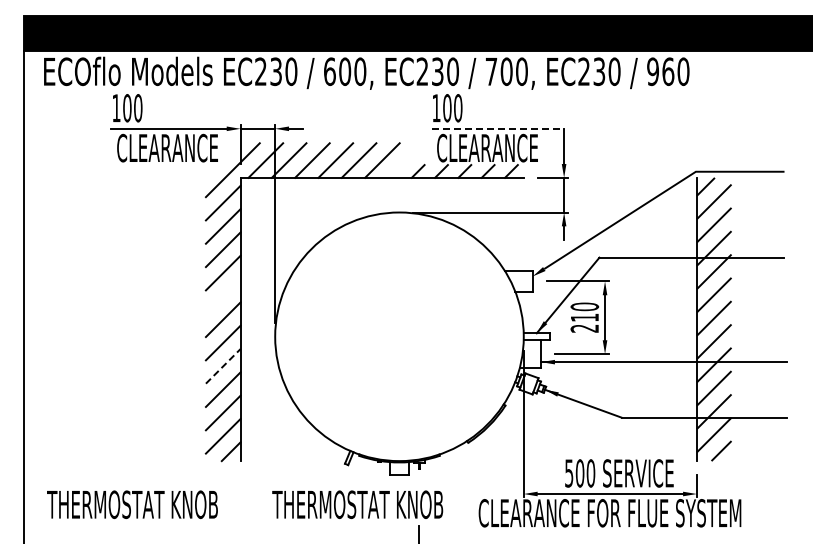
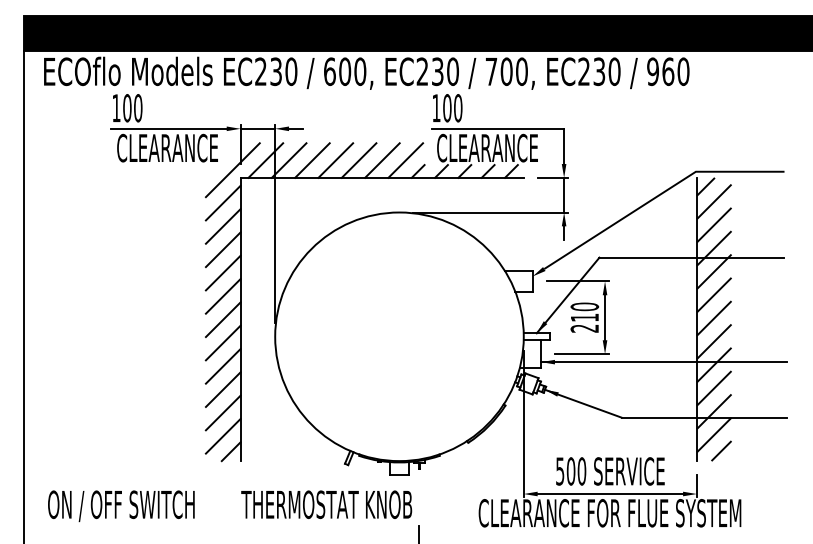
line at (498, 128): dashed -> solid
line at (405, 160): none -> present
line at (222, 296): none -> present
line at (223, 366): dashed -> solid
text at (619, 473) position: (619, 473) -> (610, 471)
text at (357, 504) position: (357, 504) -> (326, 504)
text at (132, 506): THERMOSTAT KNOB -> ON / OFF SWITCH
